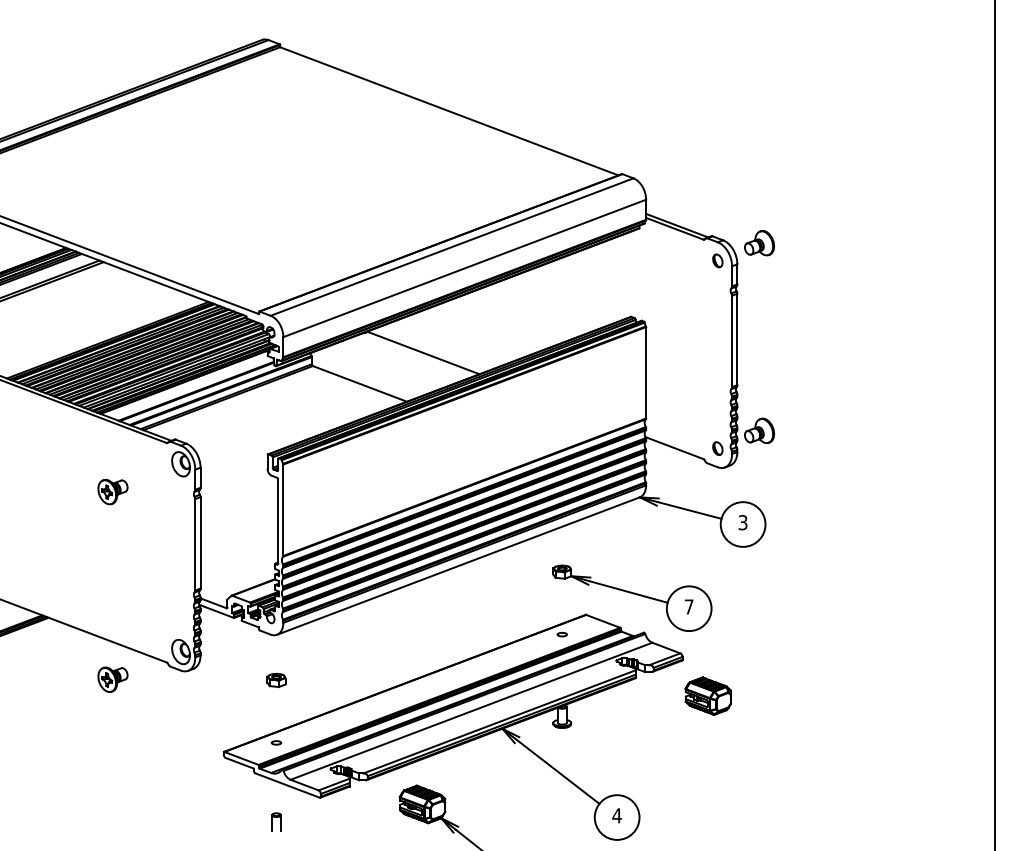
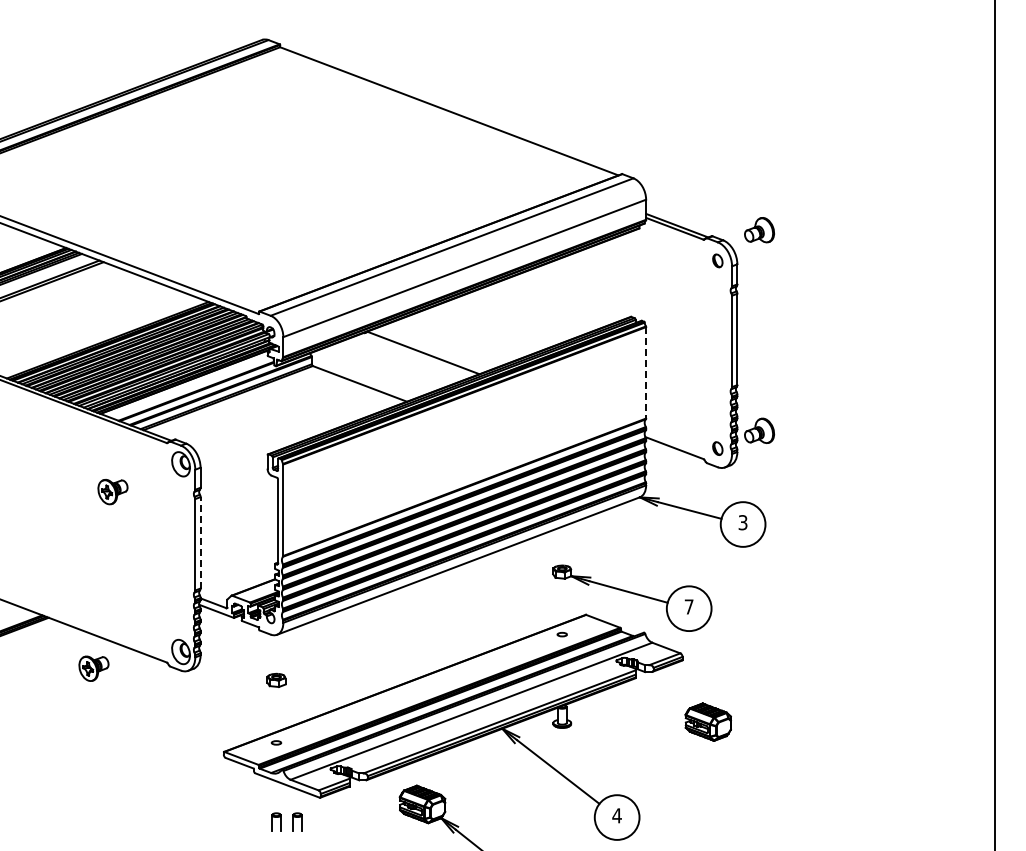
part at (759, 243) position: (759, 243) -> (759, 230)
line at (646, 372): solid -> dashed
line at (200, 542): solid -> dashed
part at (112, 679) position: (112, 679) -> (93, 668)
part at (707, 695) position: (707, 695) -> (707, 721)
part at (297, 821): none -> present
